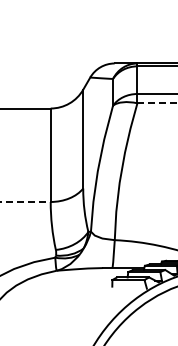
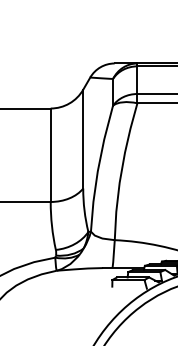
line at (157, 103): dashed -> solid
line at (25, 201): dashed -> solid
